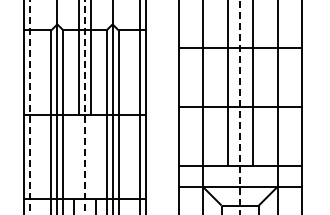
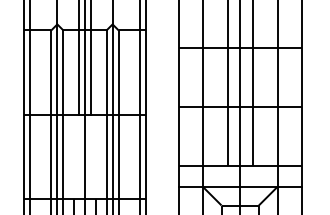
line at (29, 106): dashed -> solid
line at (84, 106): dashed -> solid
line at (240, 106): dashed -> solid
